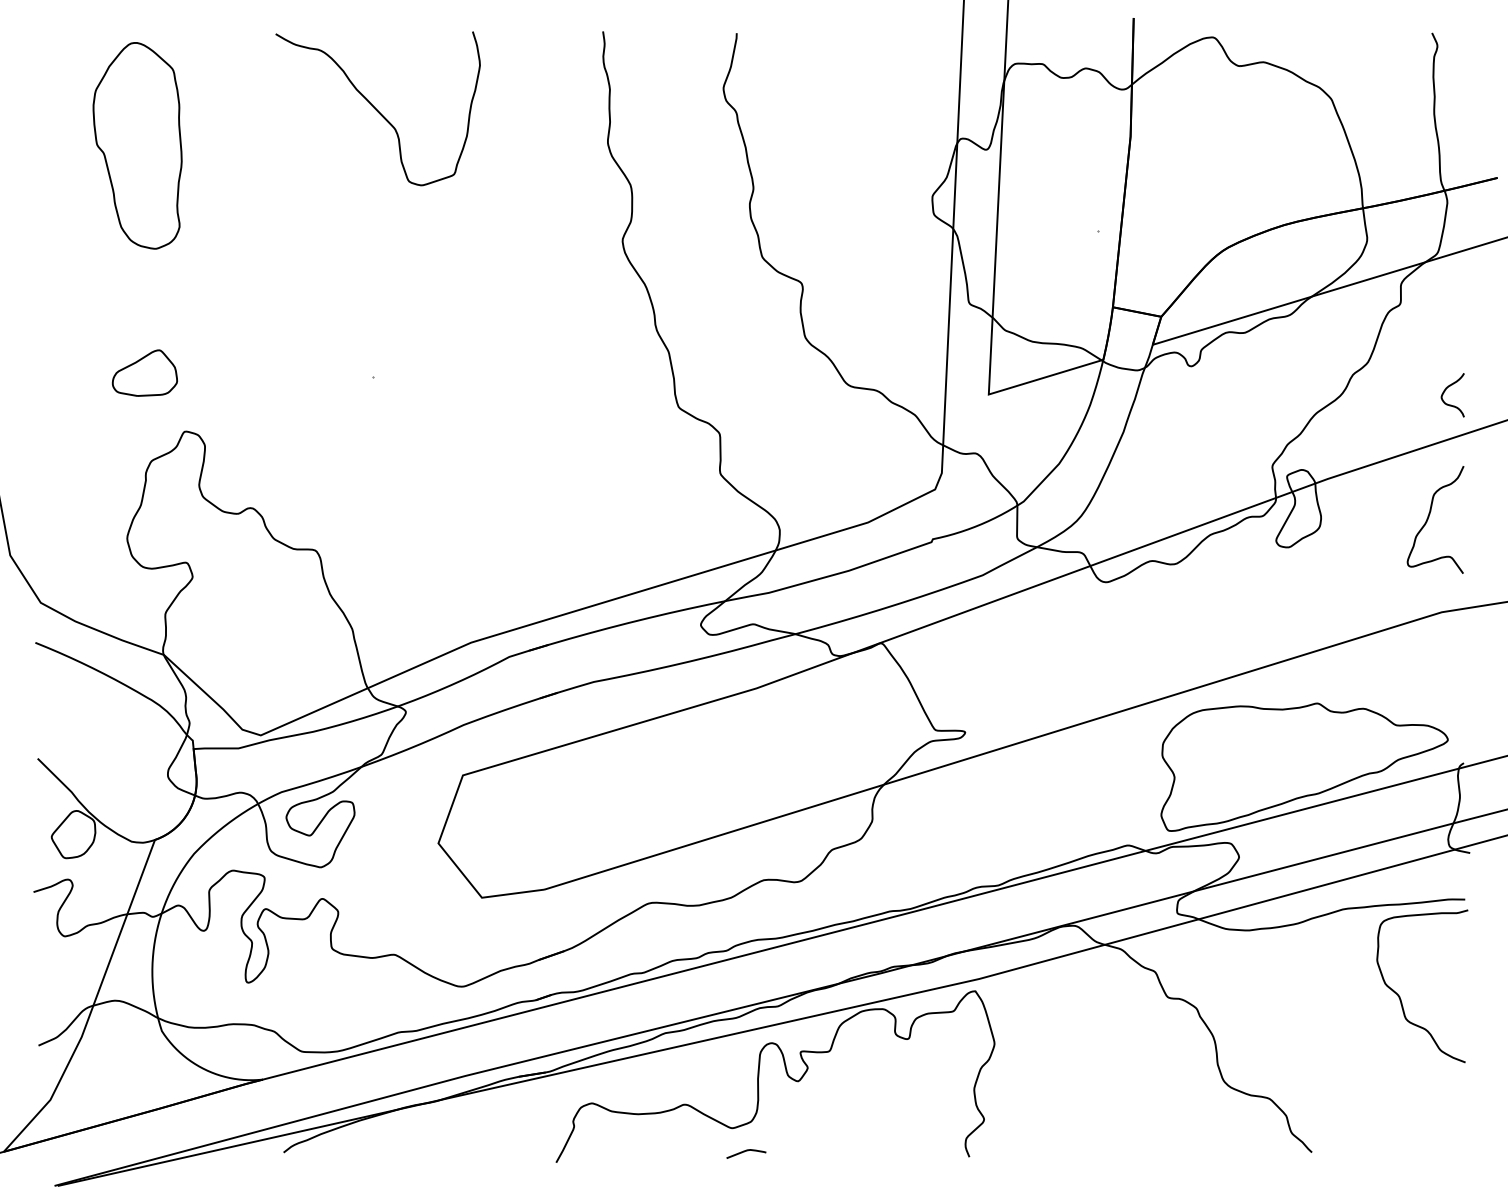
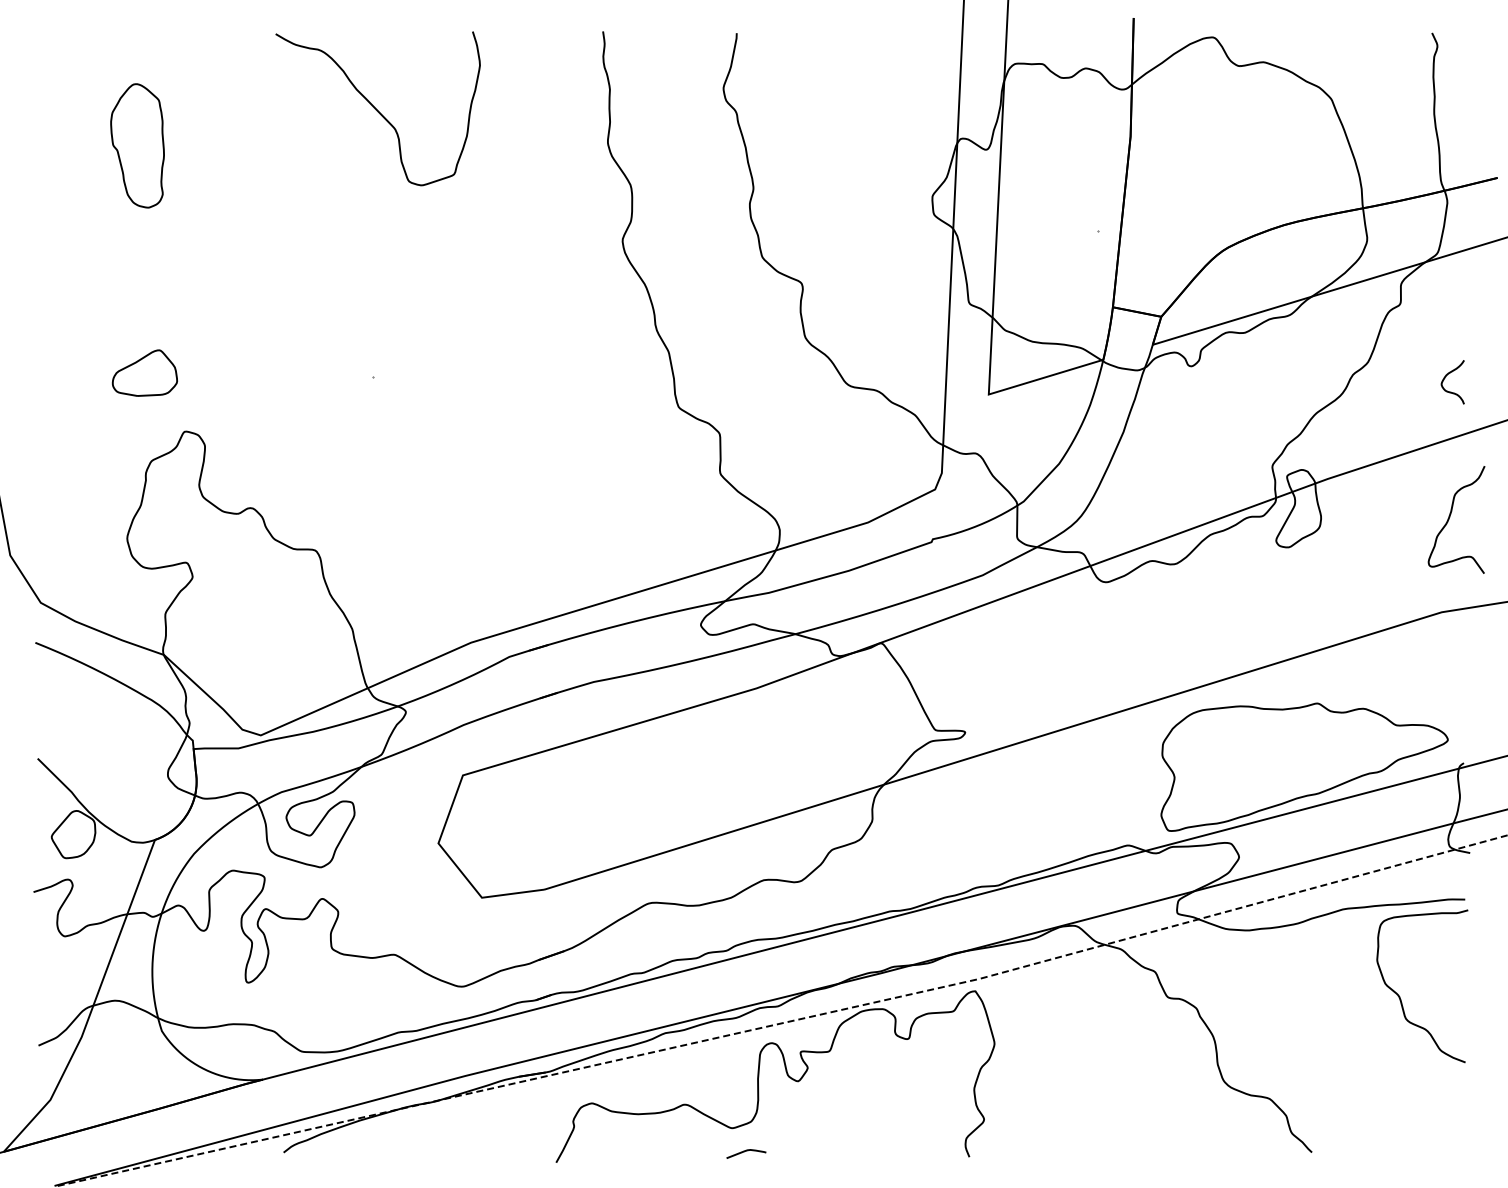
part at (137, 145) size: 91x208 px -> 55x126 px
curve at (1445, 391) position: (1445, 391) -> (1445, 378)
curve at (1429, 517) position: (1429, 517) -> (1450, 517)
line at (786, 1022): solid -> dashed
